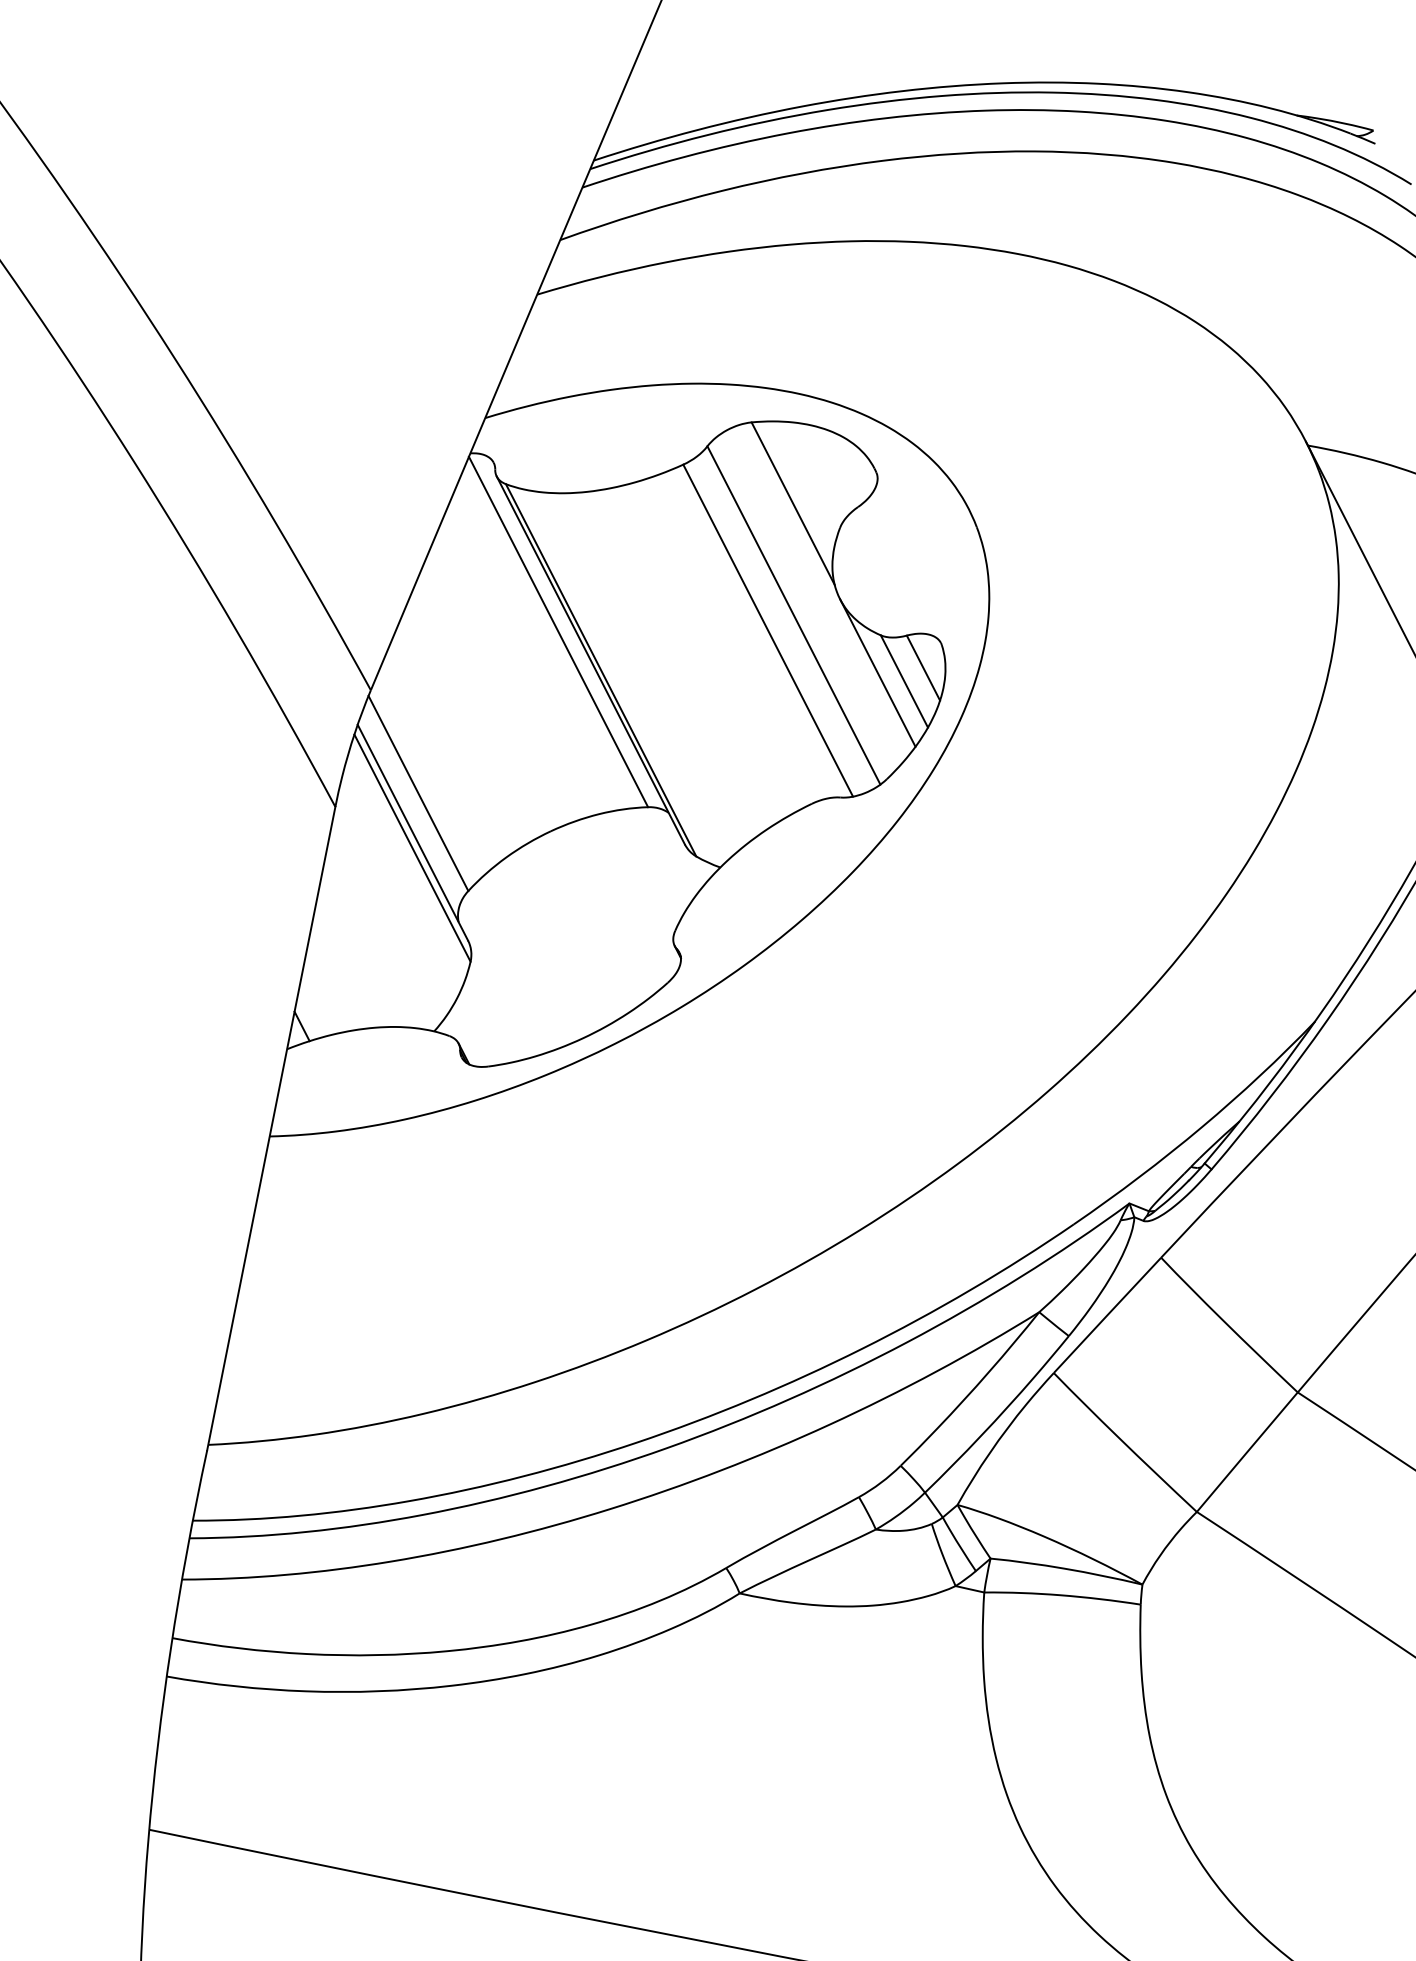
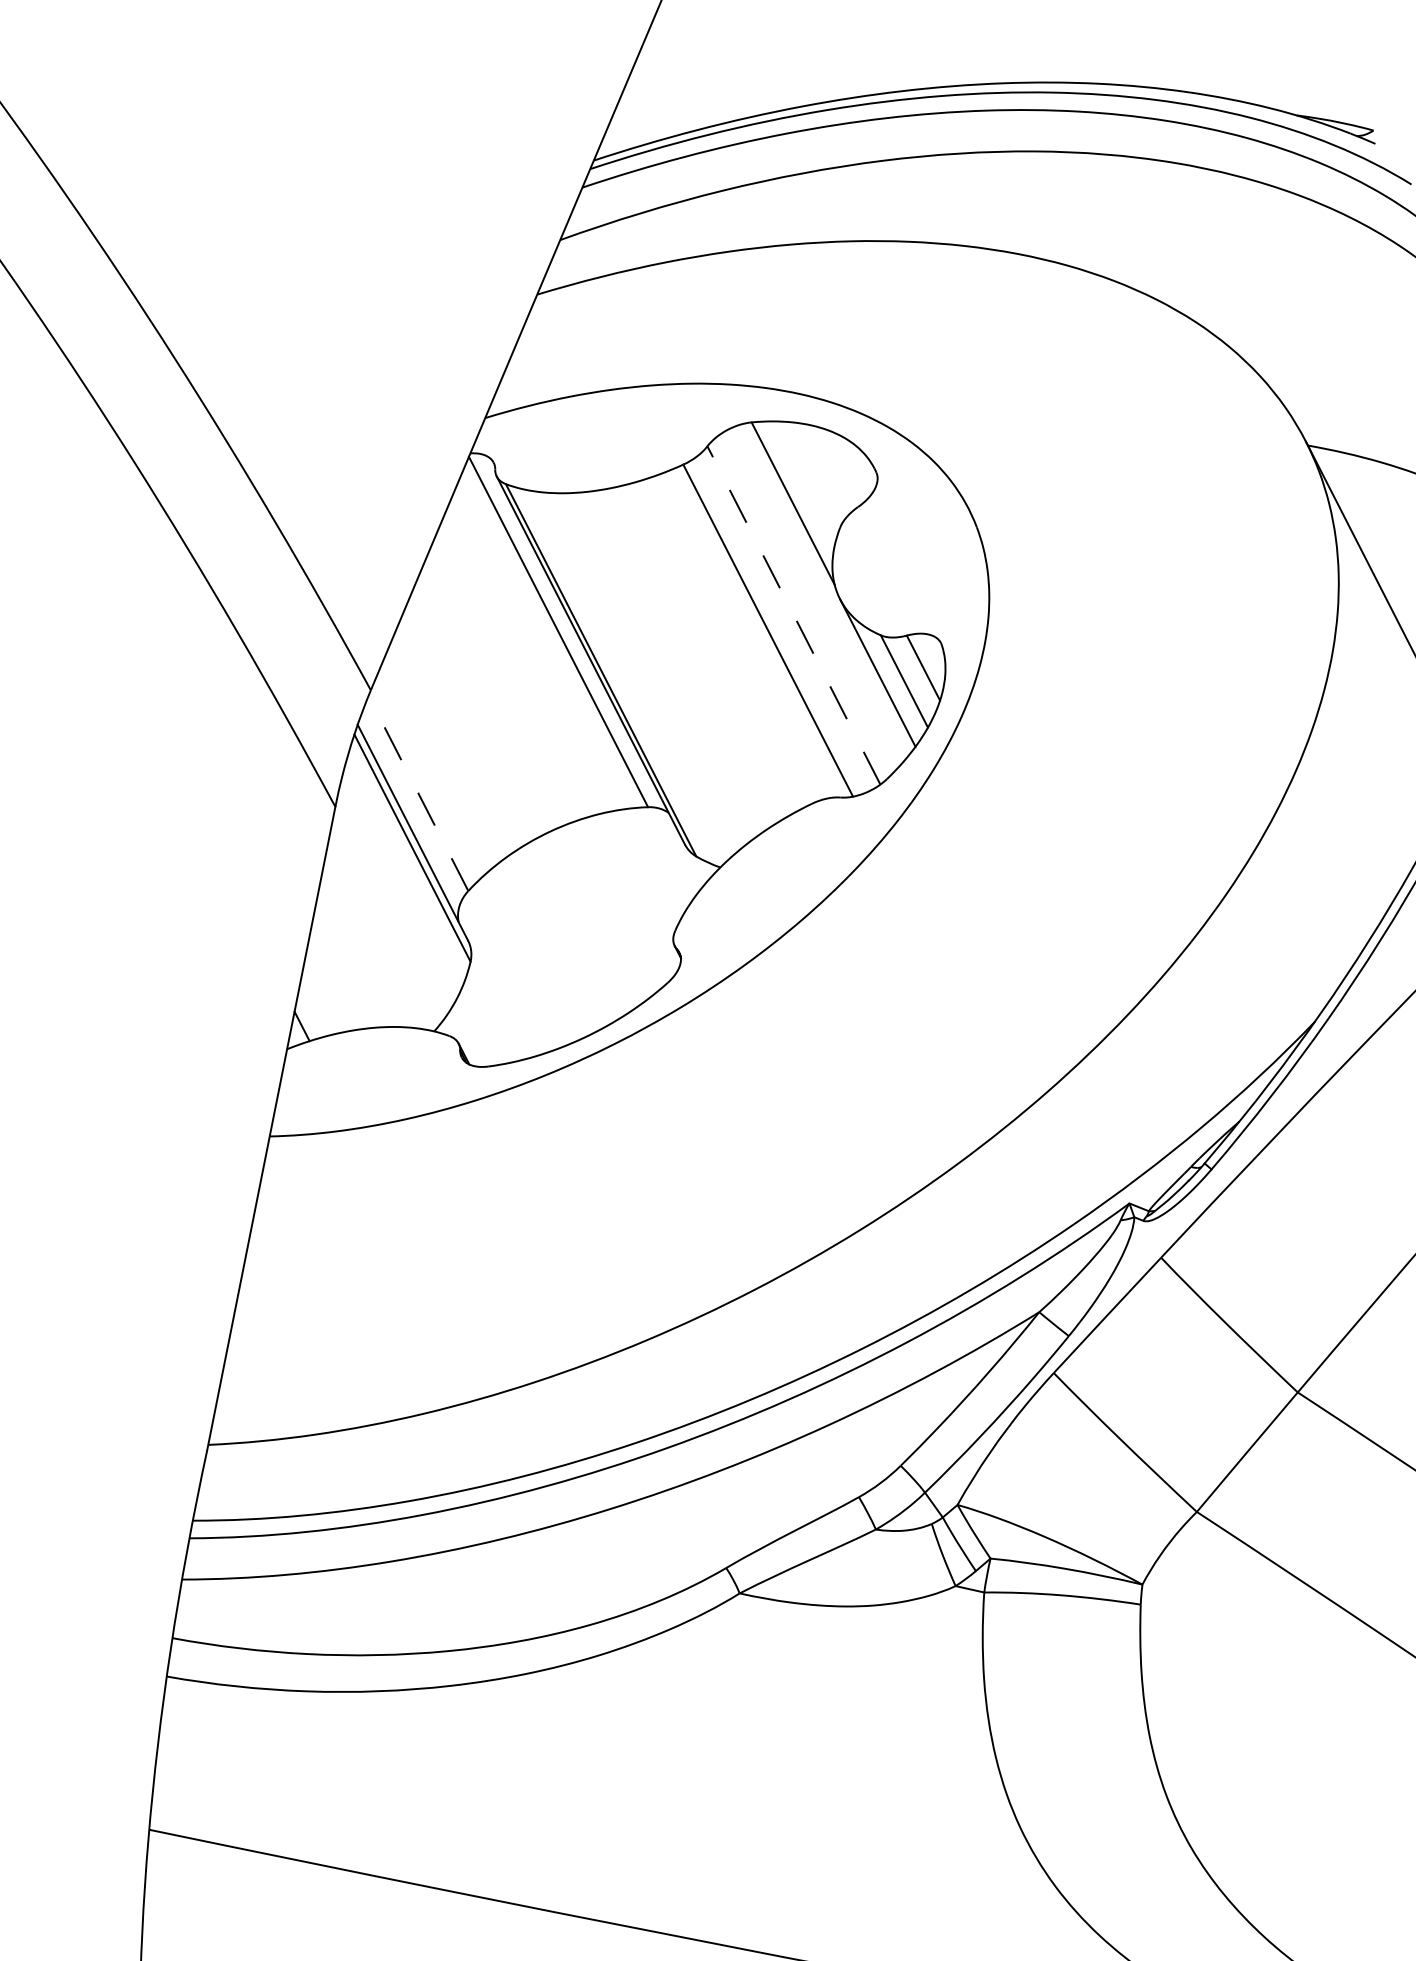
line at (793, 615): solid -> dashed
line at (418, 793): solid -> dashed
